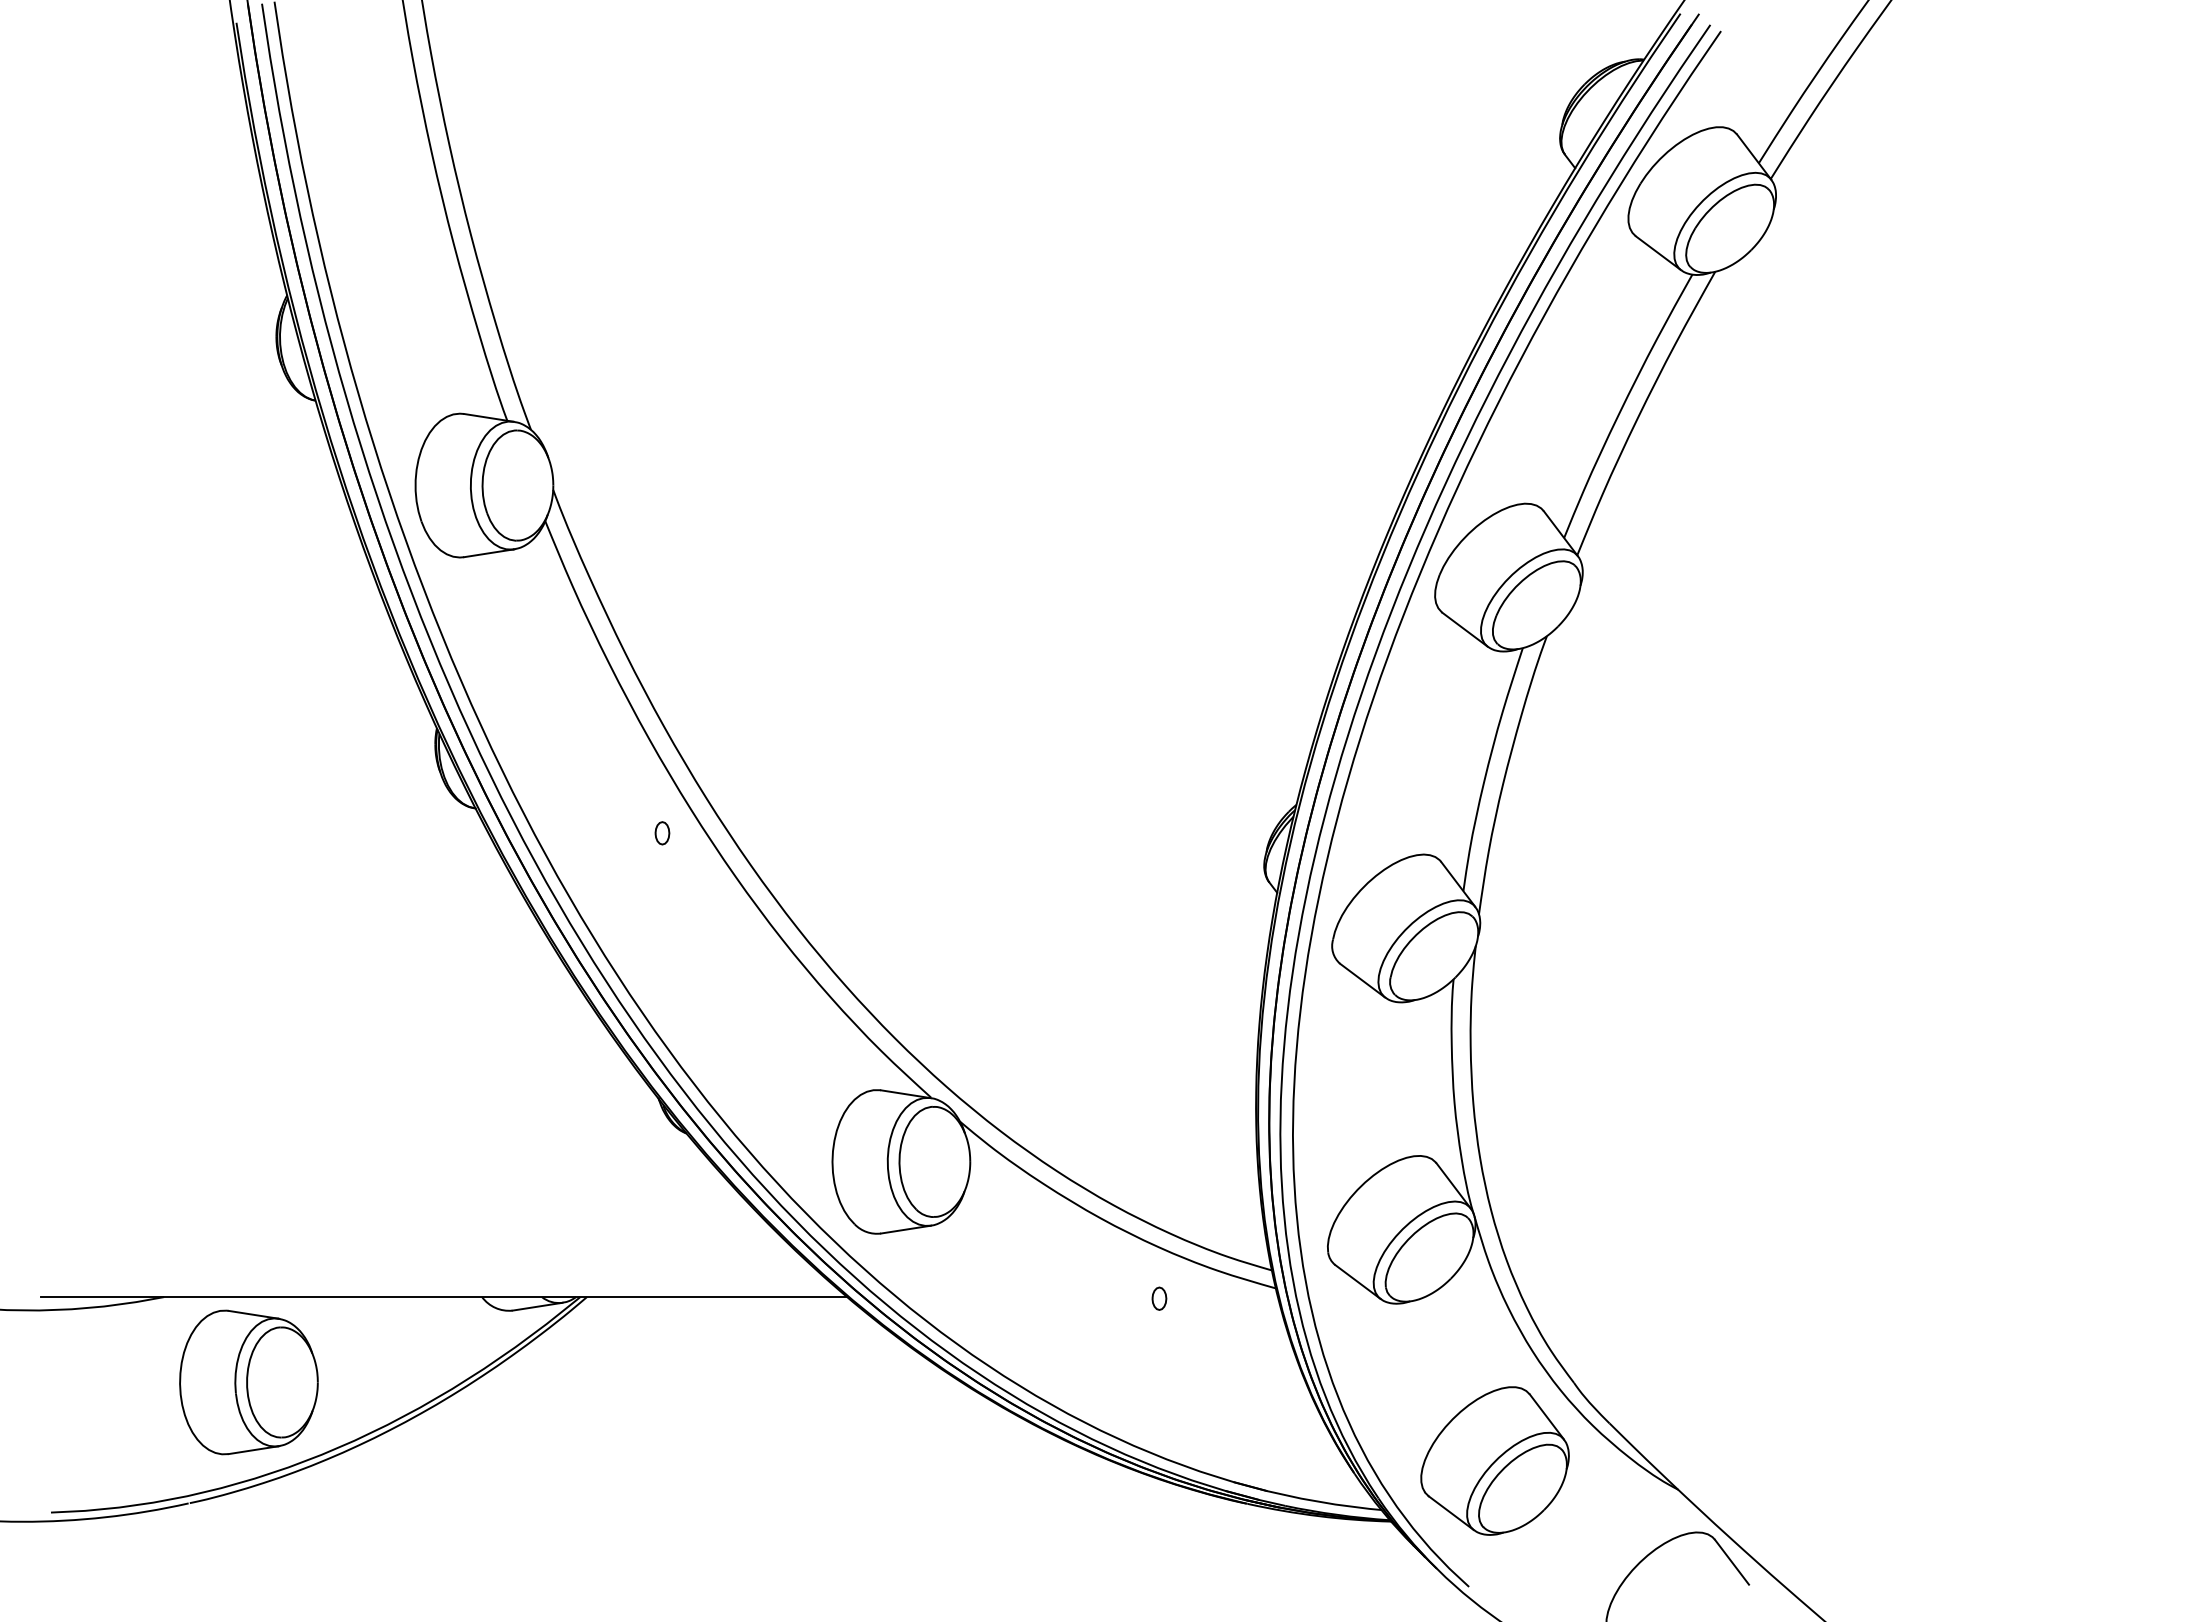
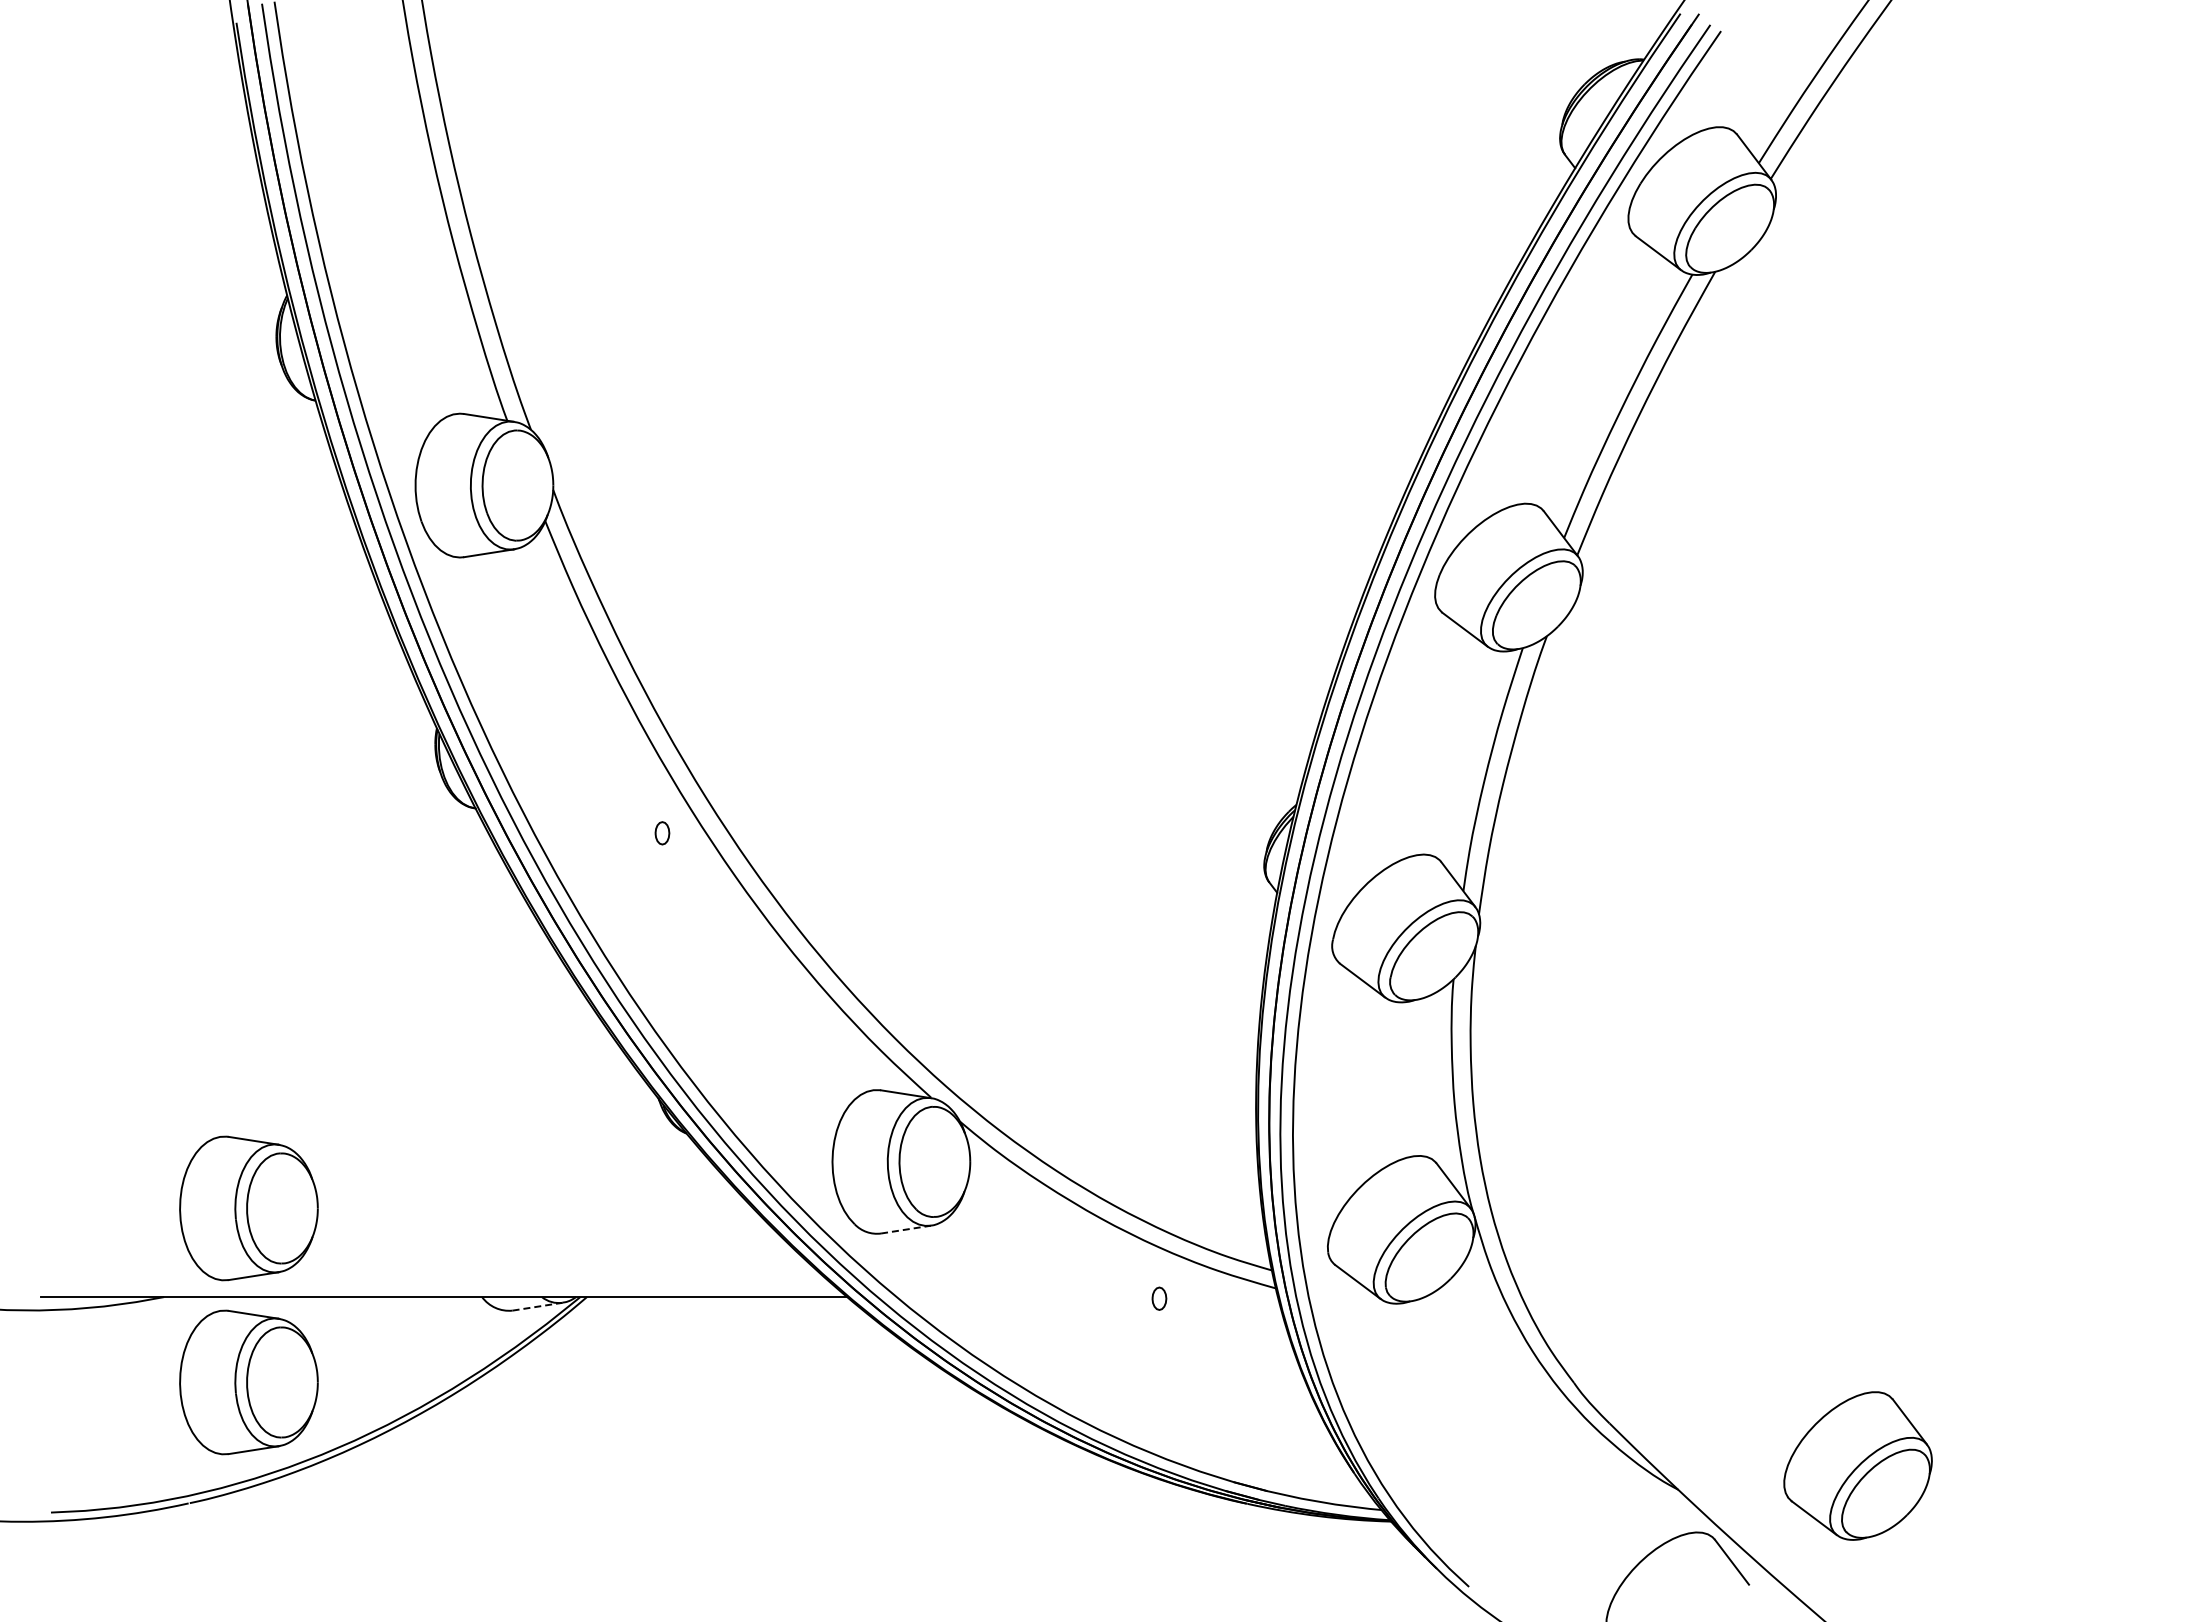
part at (248, 1208): none -> present
line at (906, 1229): solid -> dashed
line at (538, 1306): solid -> dashed
part at (1494, 1460) position: (1494, 1460) -> (1857, 1465)
